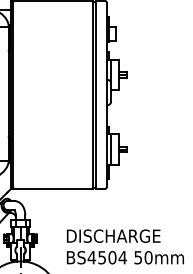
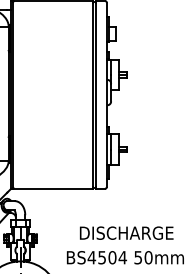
text at (113, 235) position: (113, 235) -> (126, 232)
